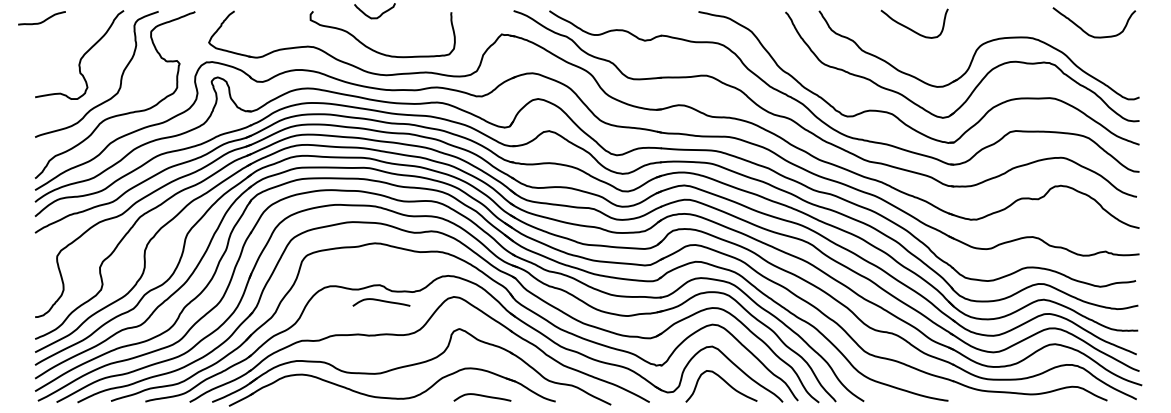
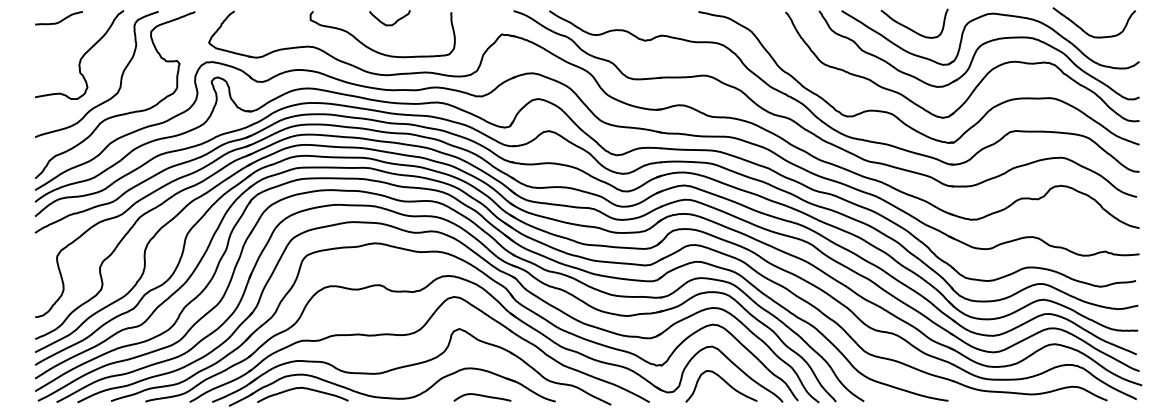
curve at (377, 16) position: (377, 16) -> (392, 23)
part at (982, 17): none -> present
curve at (43, 20) position: (43, 20) -> (60, 20)
curve at (381, 301): present -> none
curve at (304, 389): none -> present
